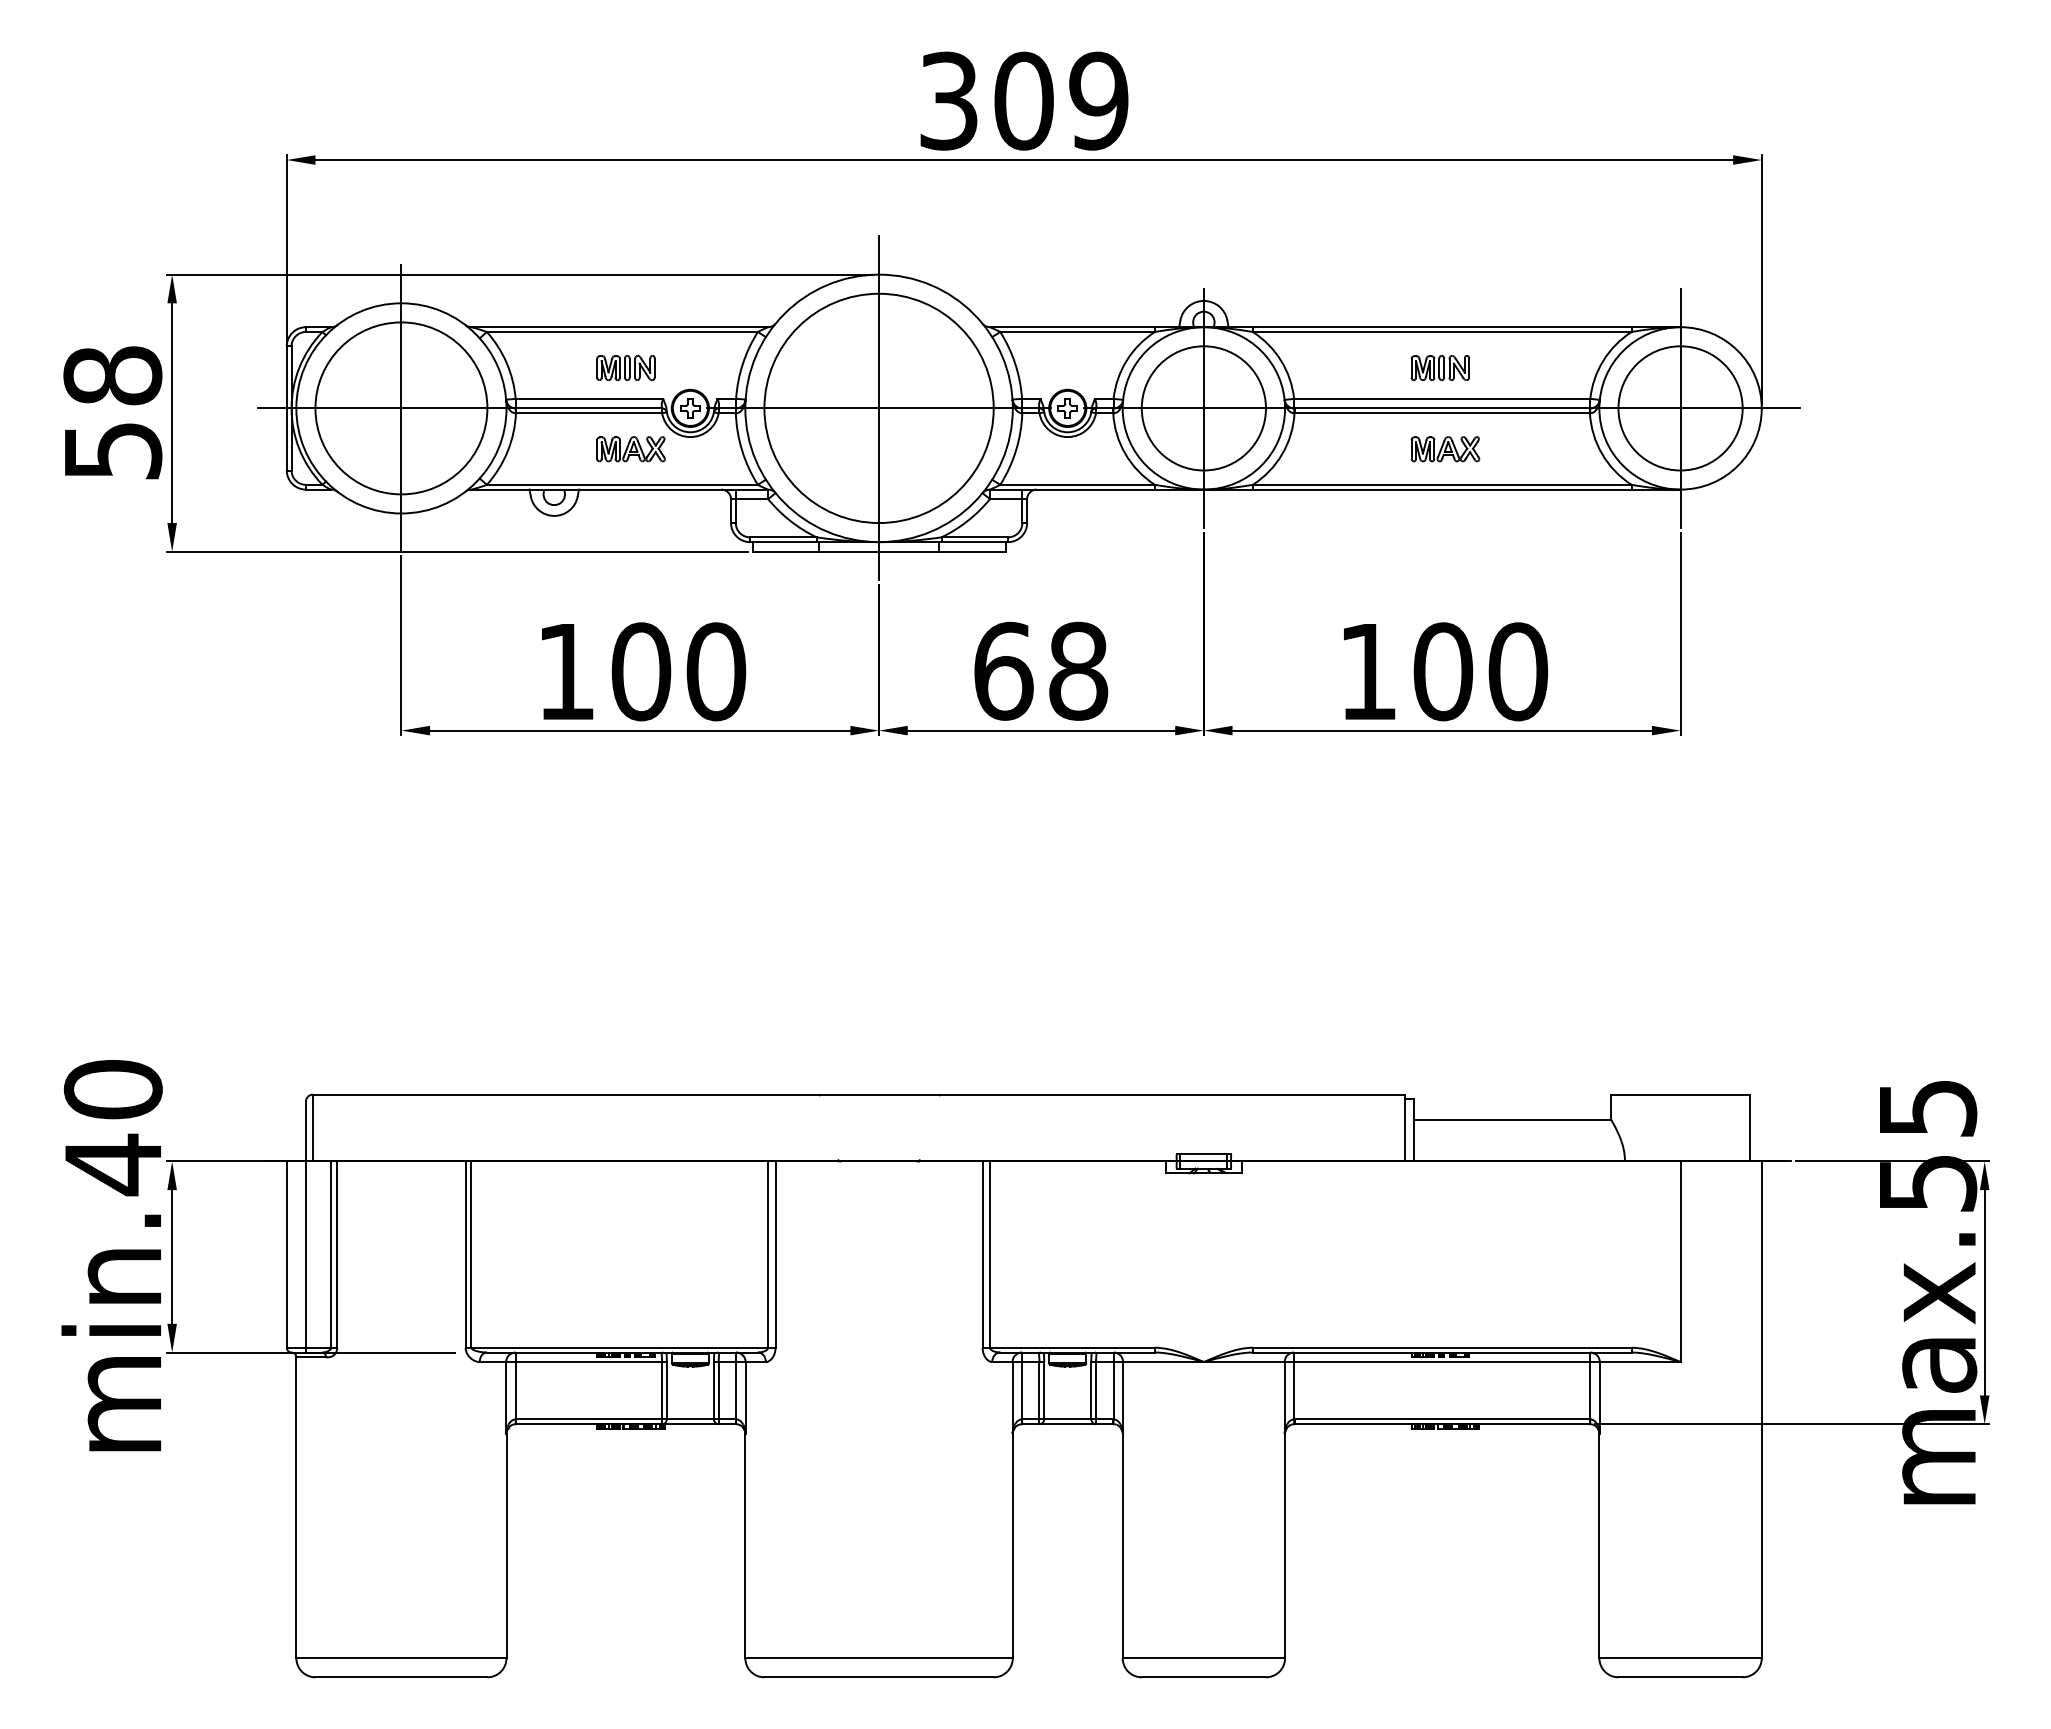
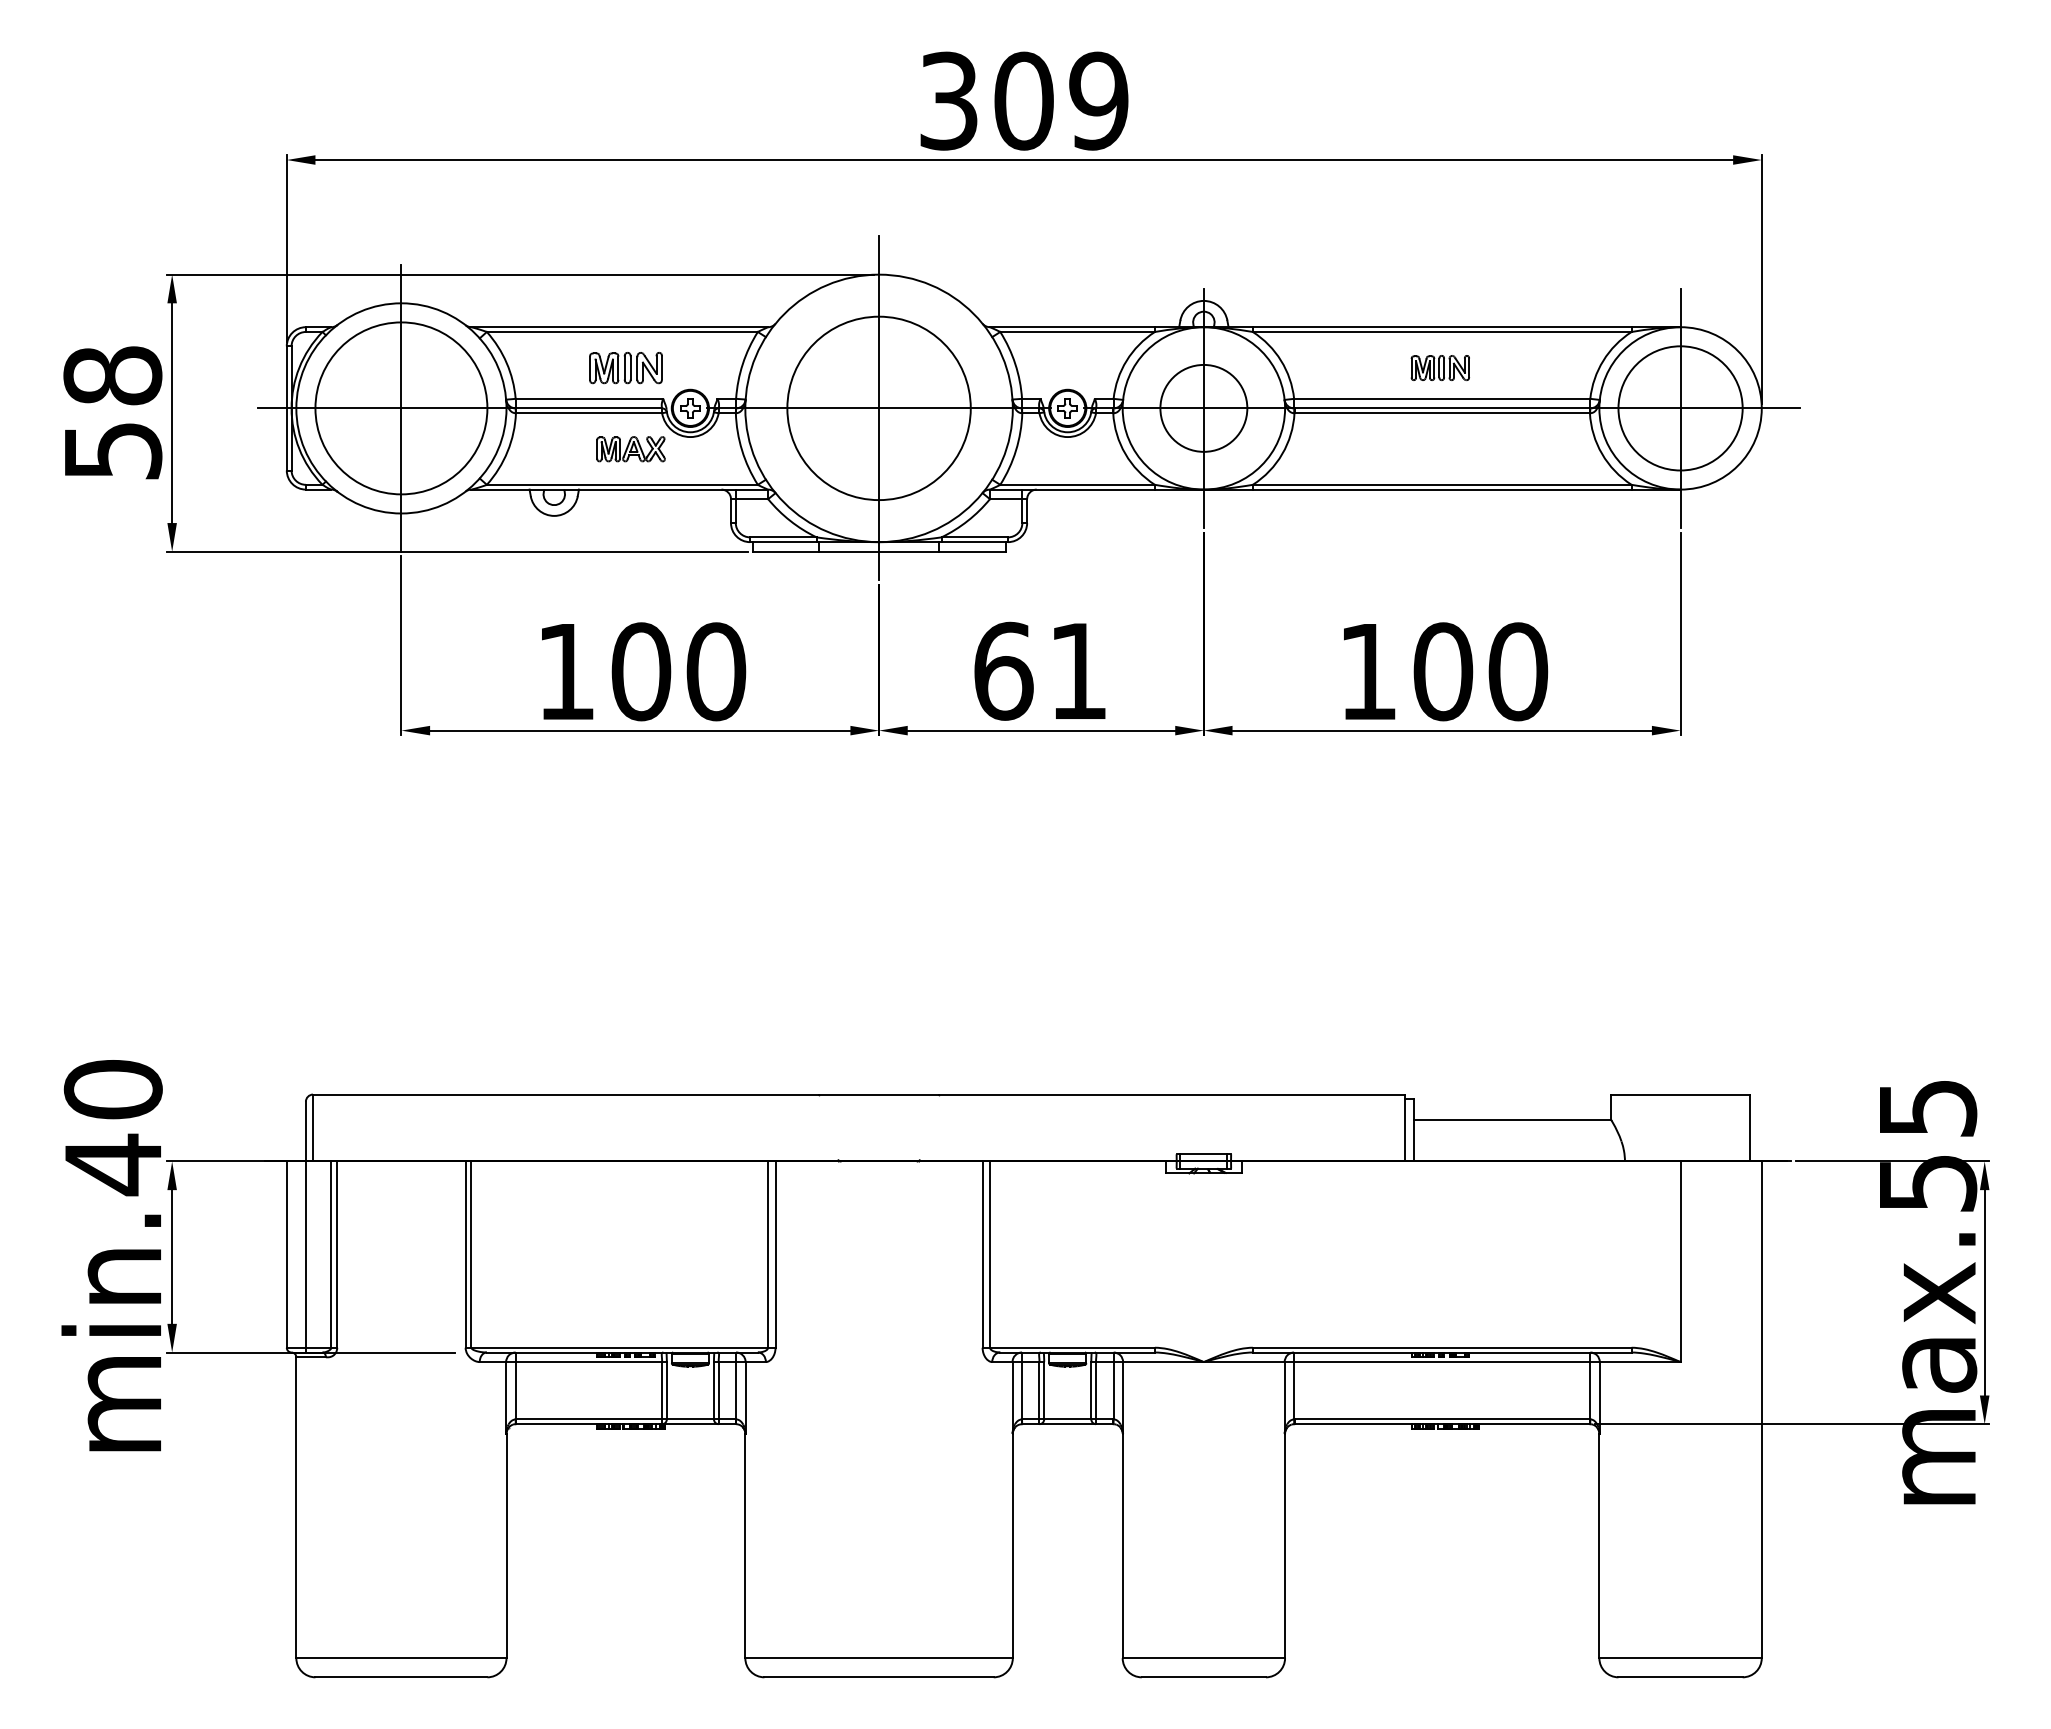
part at (625, 367) size: 60x26 px -> 74x33 px
circle at (878, 408) diameter: 229 px -> 183 px
circle at (1203, 408) diameter: 124 px -> 87 px
part at (1445, 449): present -> none
text at (1078, 670): 68 -> 61
